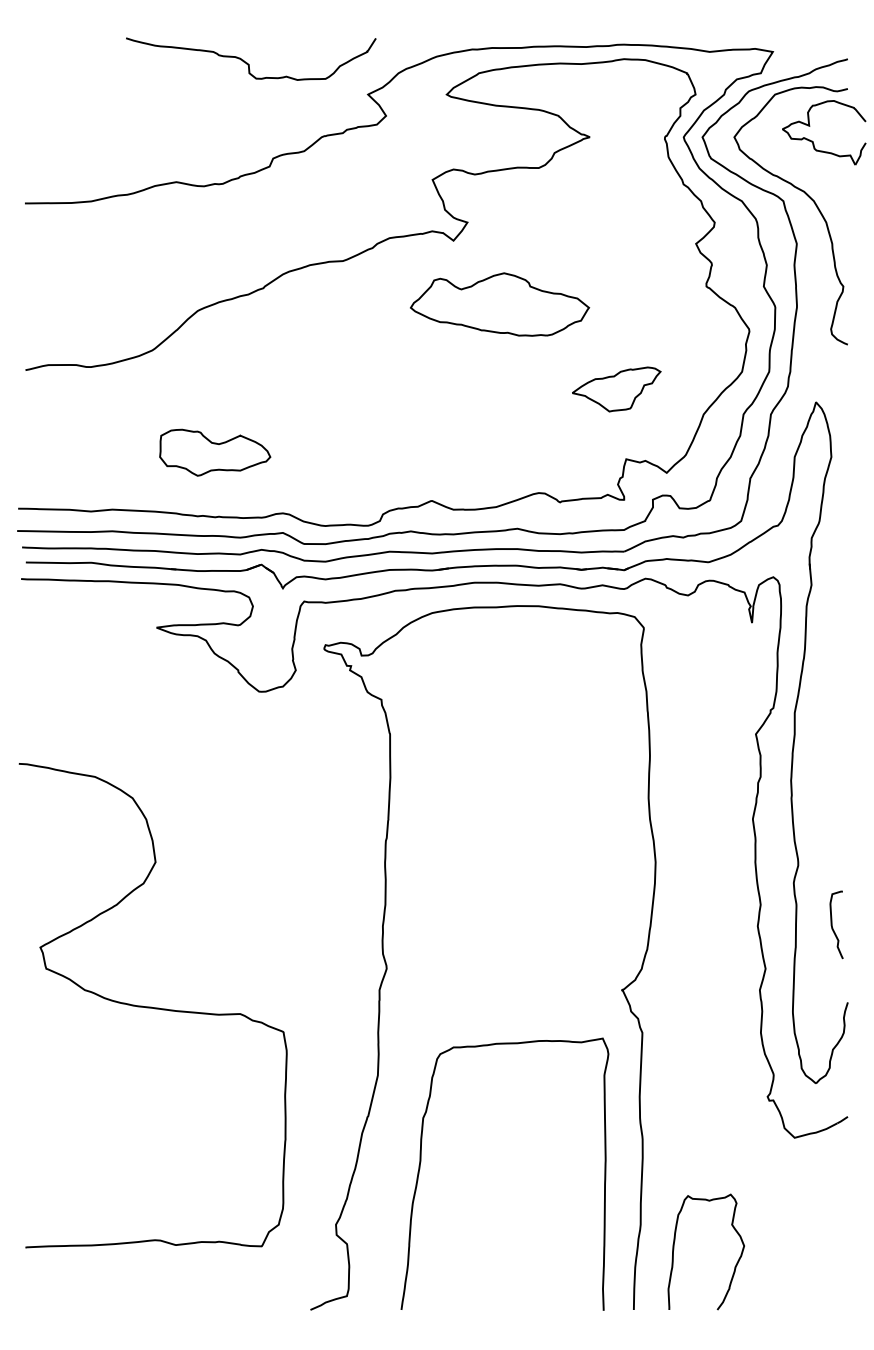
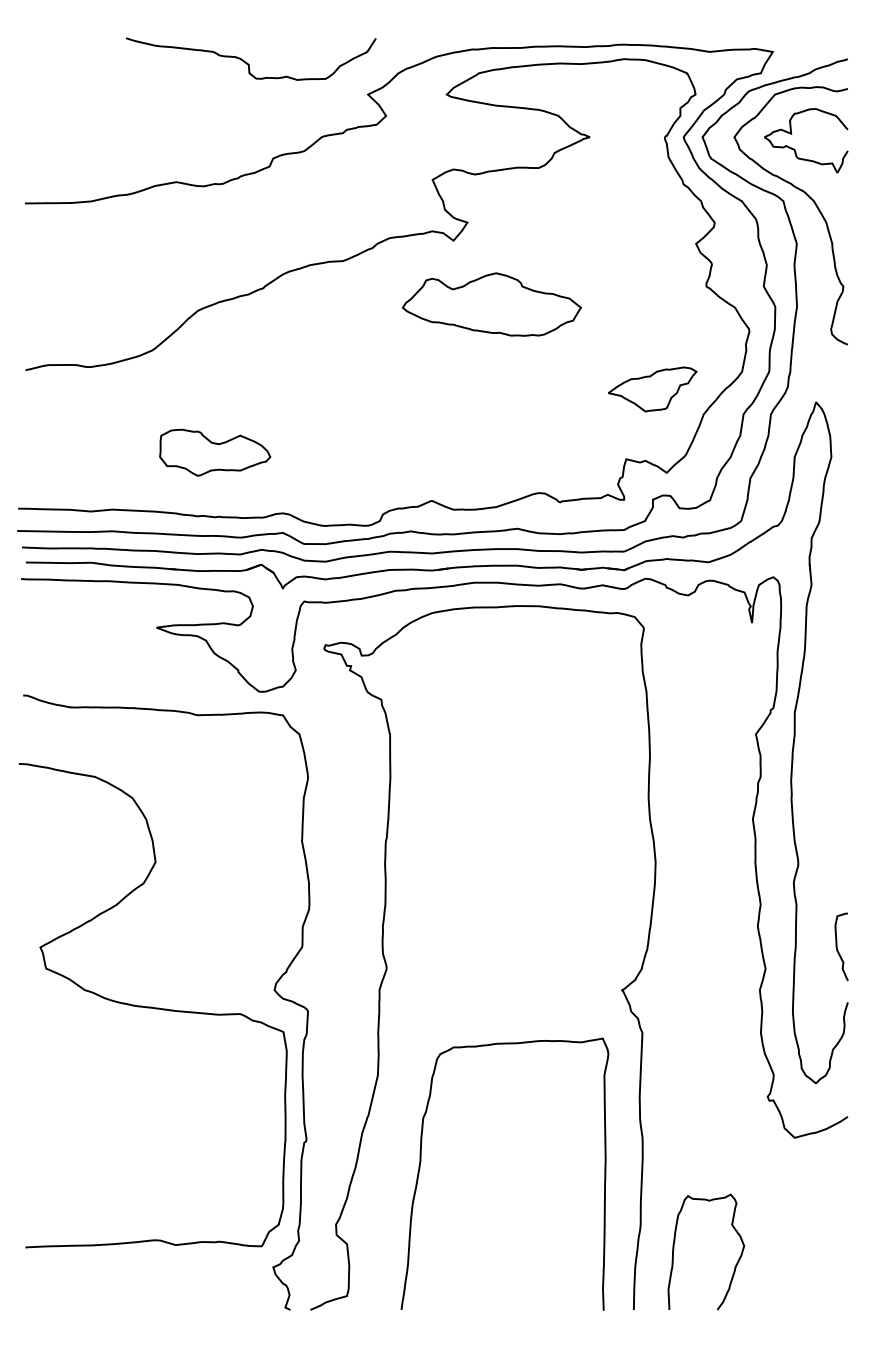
part at (813, 141) position: (813, 141) -> (795, 149)
part at (500, 304) position: (500, 304) -> (492, 304)
part at (616, 389) position: (616, 389) -> (652, 389)
curve at (832, 924) position: (832, 924) -> (837, 946)
curve at (273, 990): none -> present
